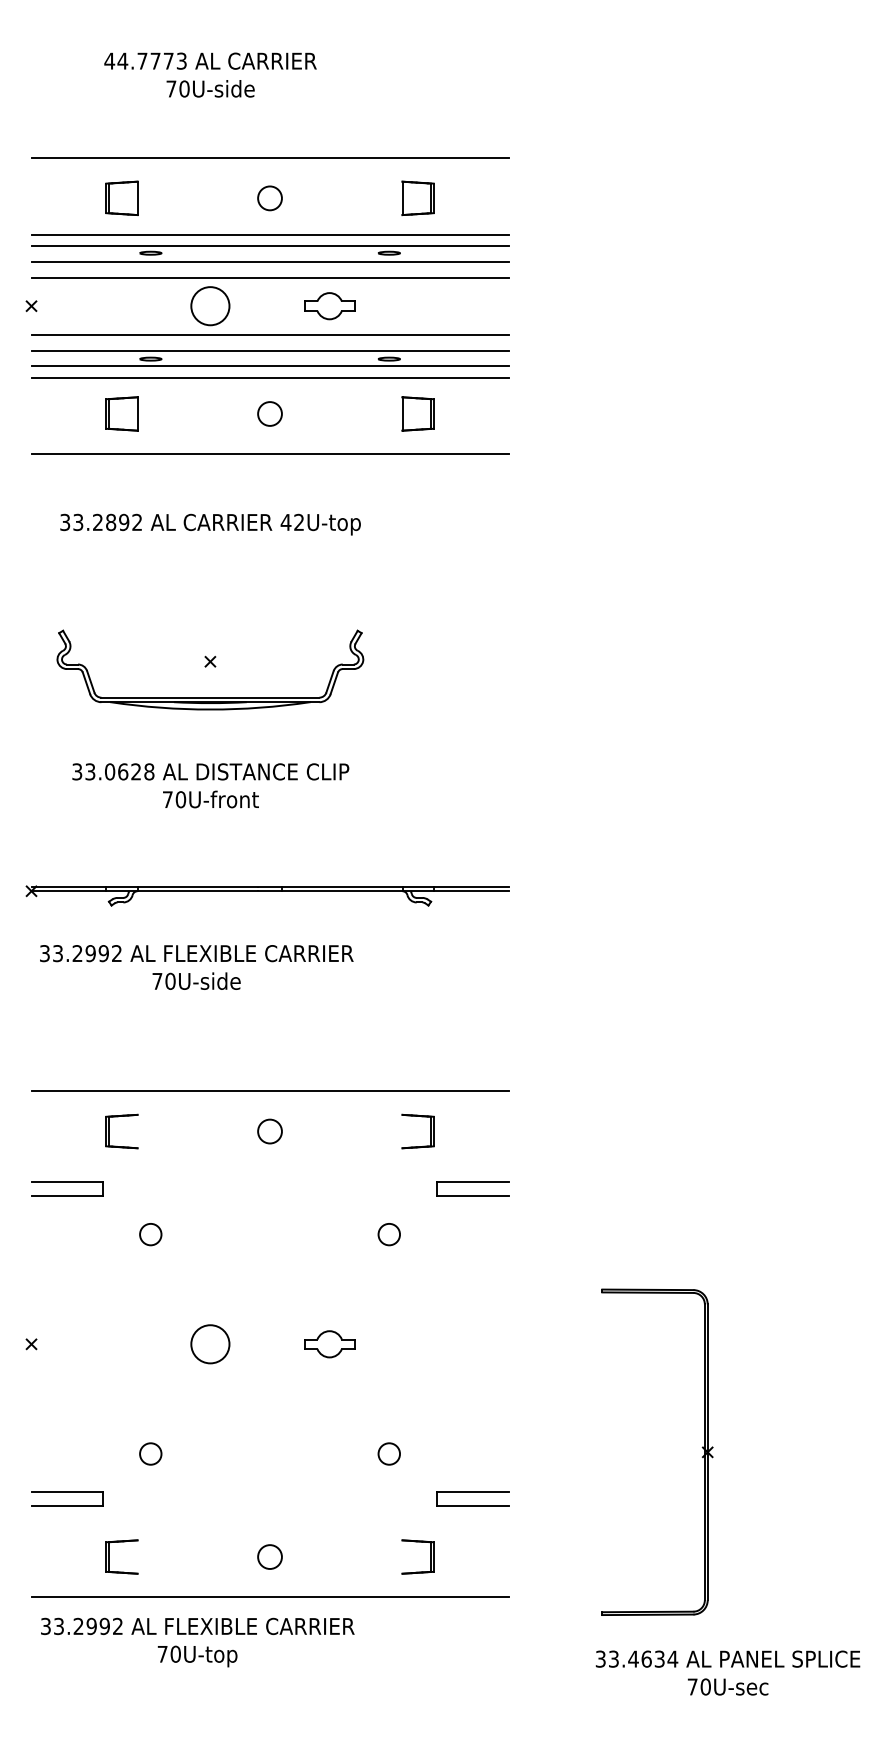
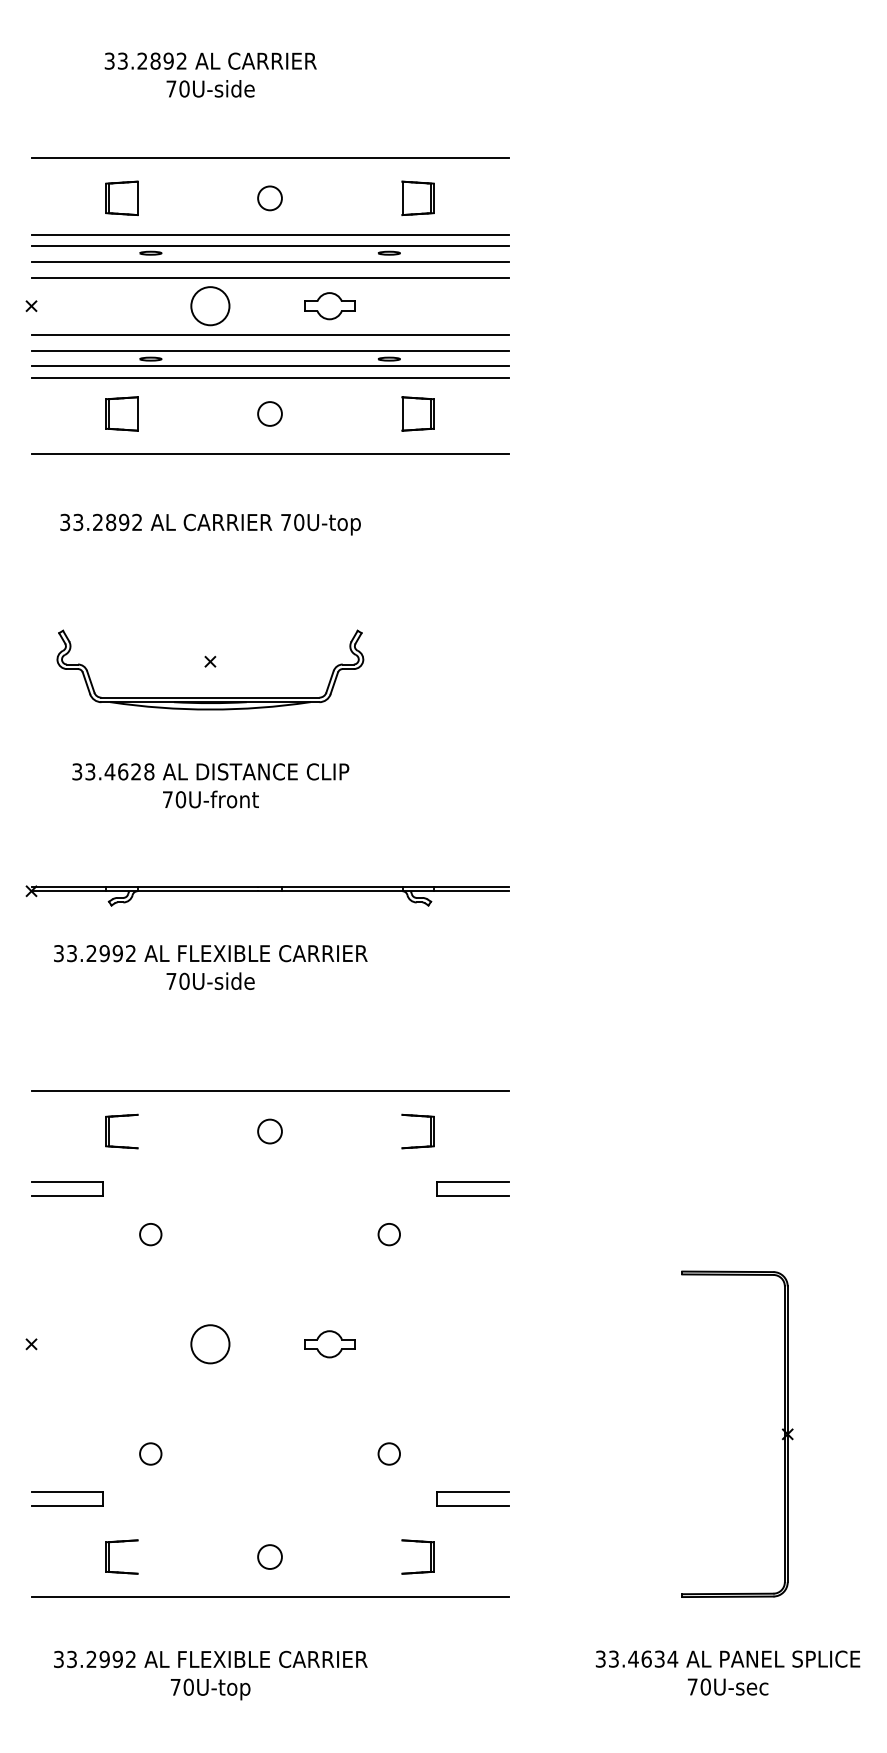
text at (145, 60): 44.7773 -> 33.2892
text at (292, 522): 42U-top -> 70U-top
text at (109, 771): 33.0628 -> 33.4628
text at (196, 967) position: (196, 967) -> (210, 967)
part at (701, 1447) position: (701, 1447) -> (781, 1429)
text at (197, 1642) position: (197, 1642) -> (210, 1675)
